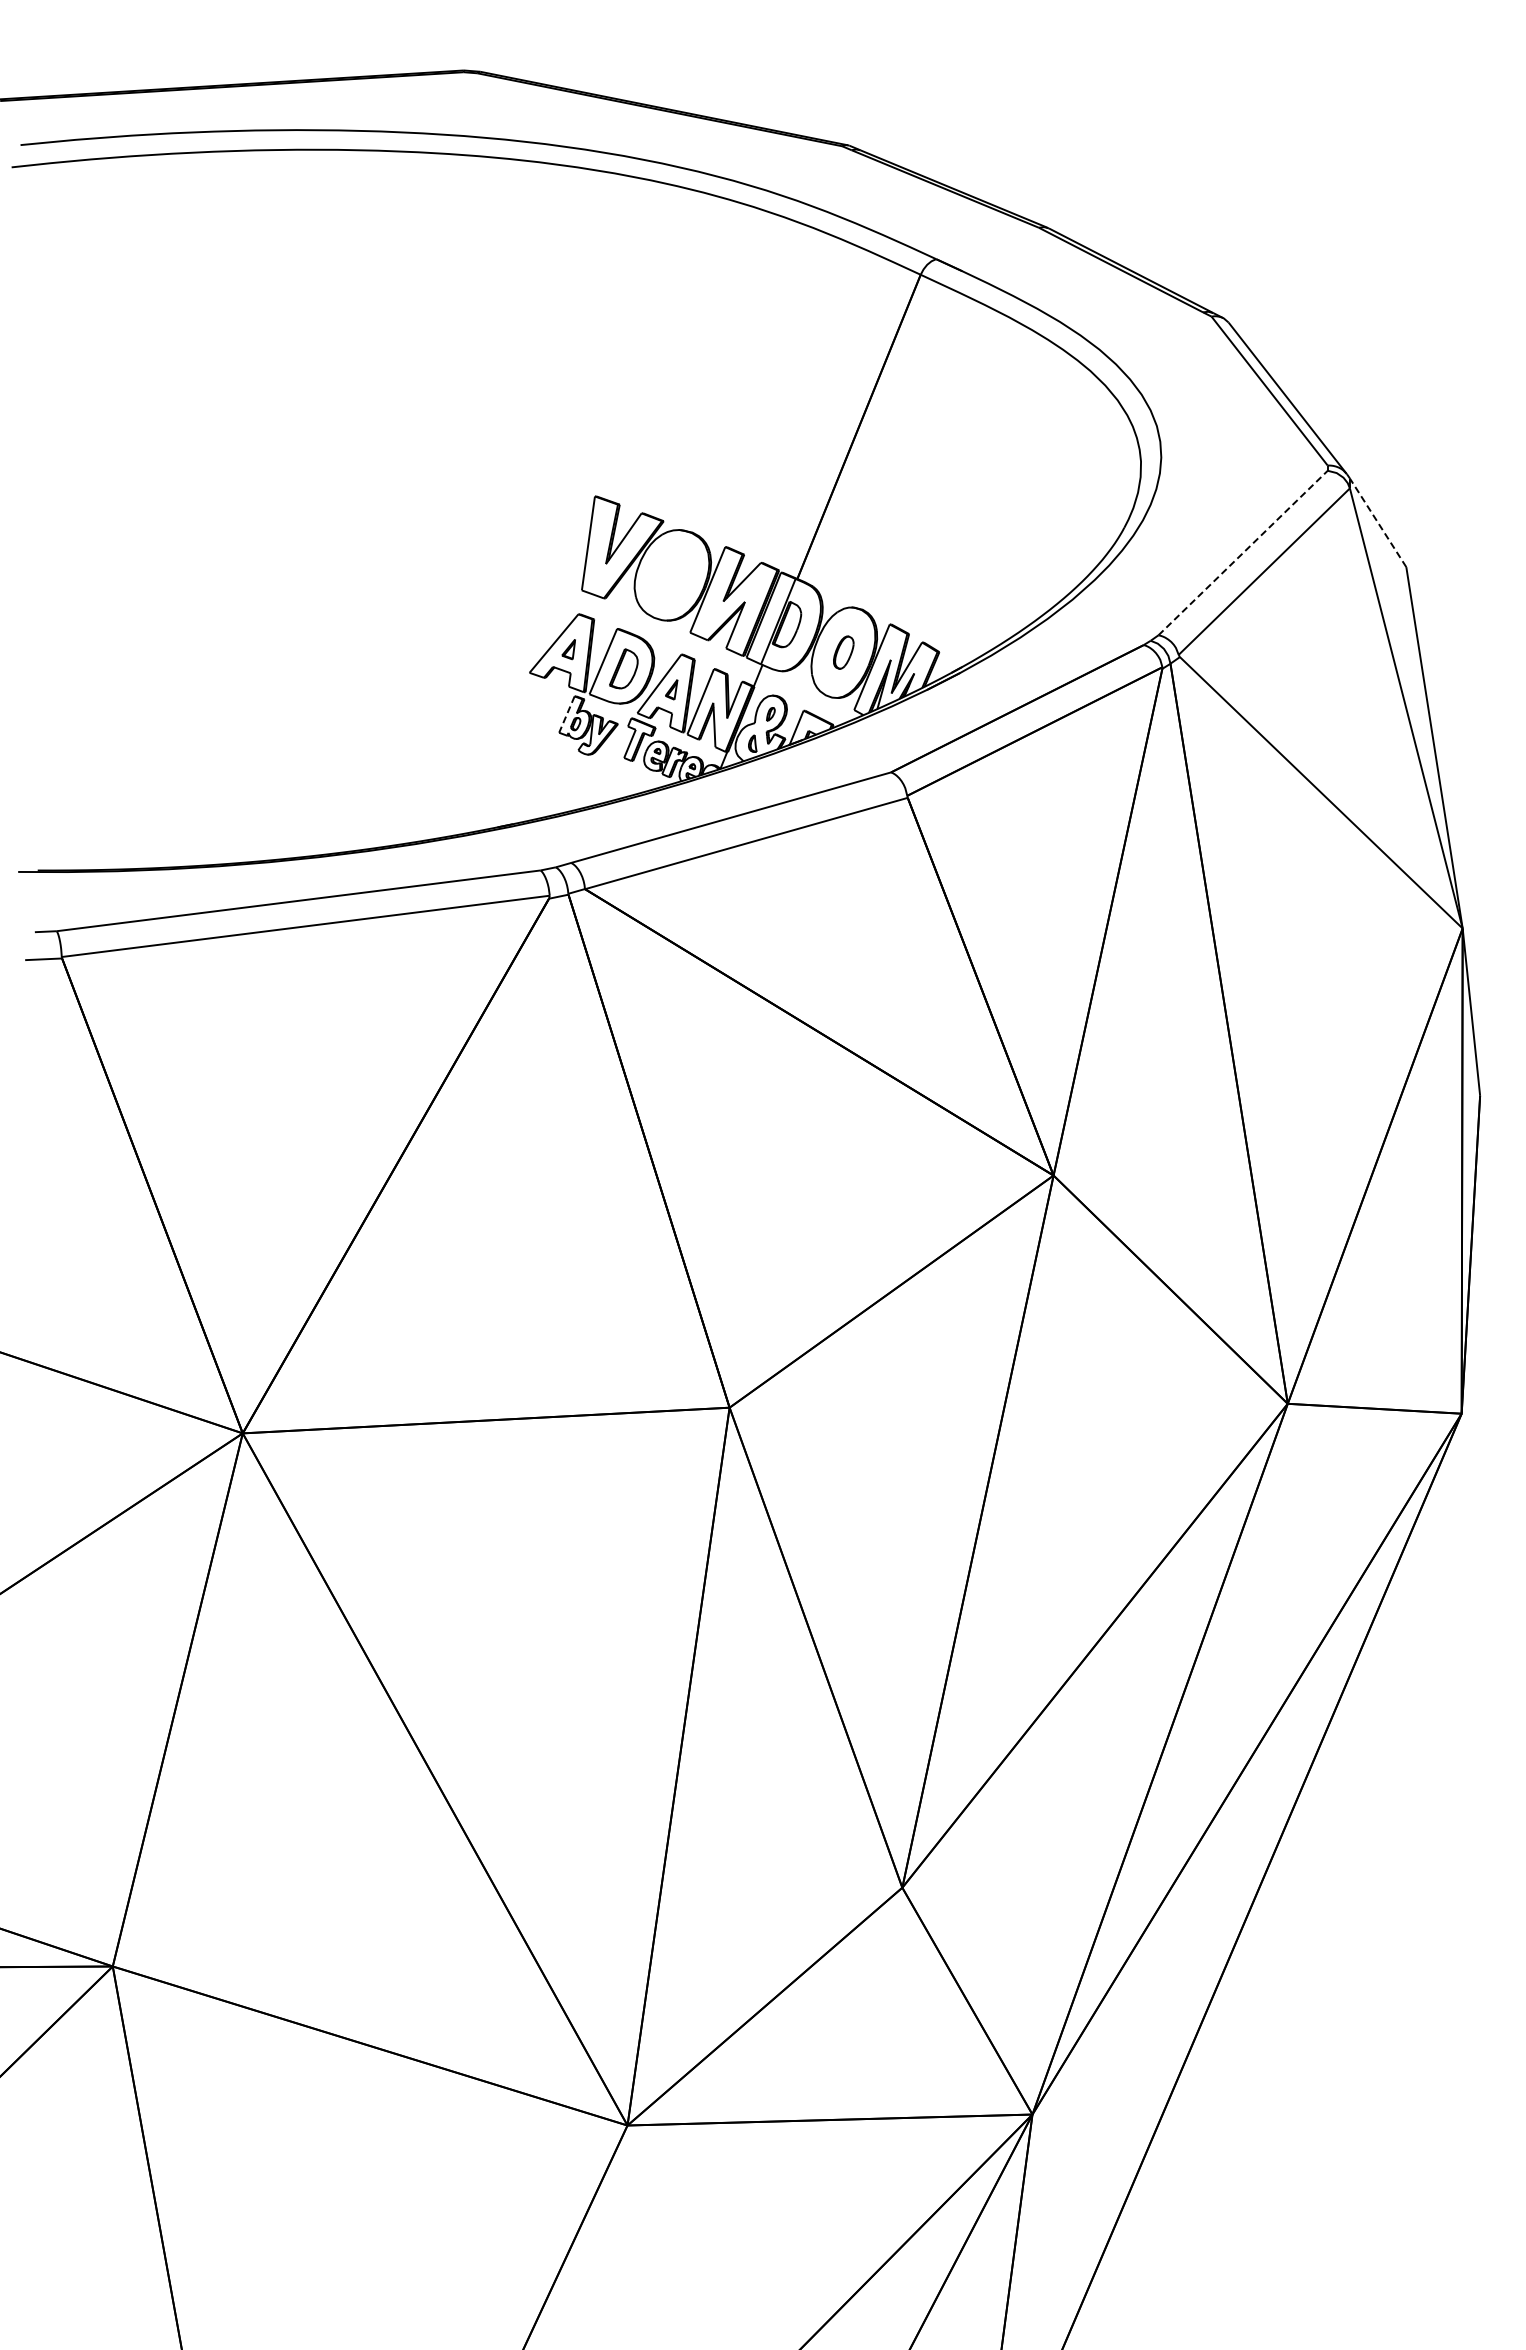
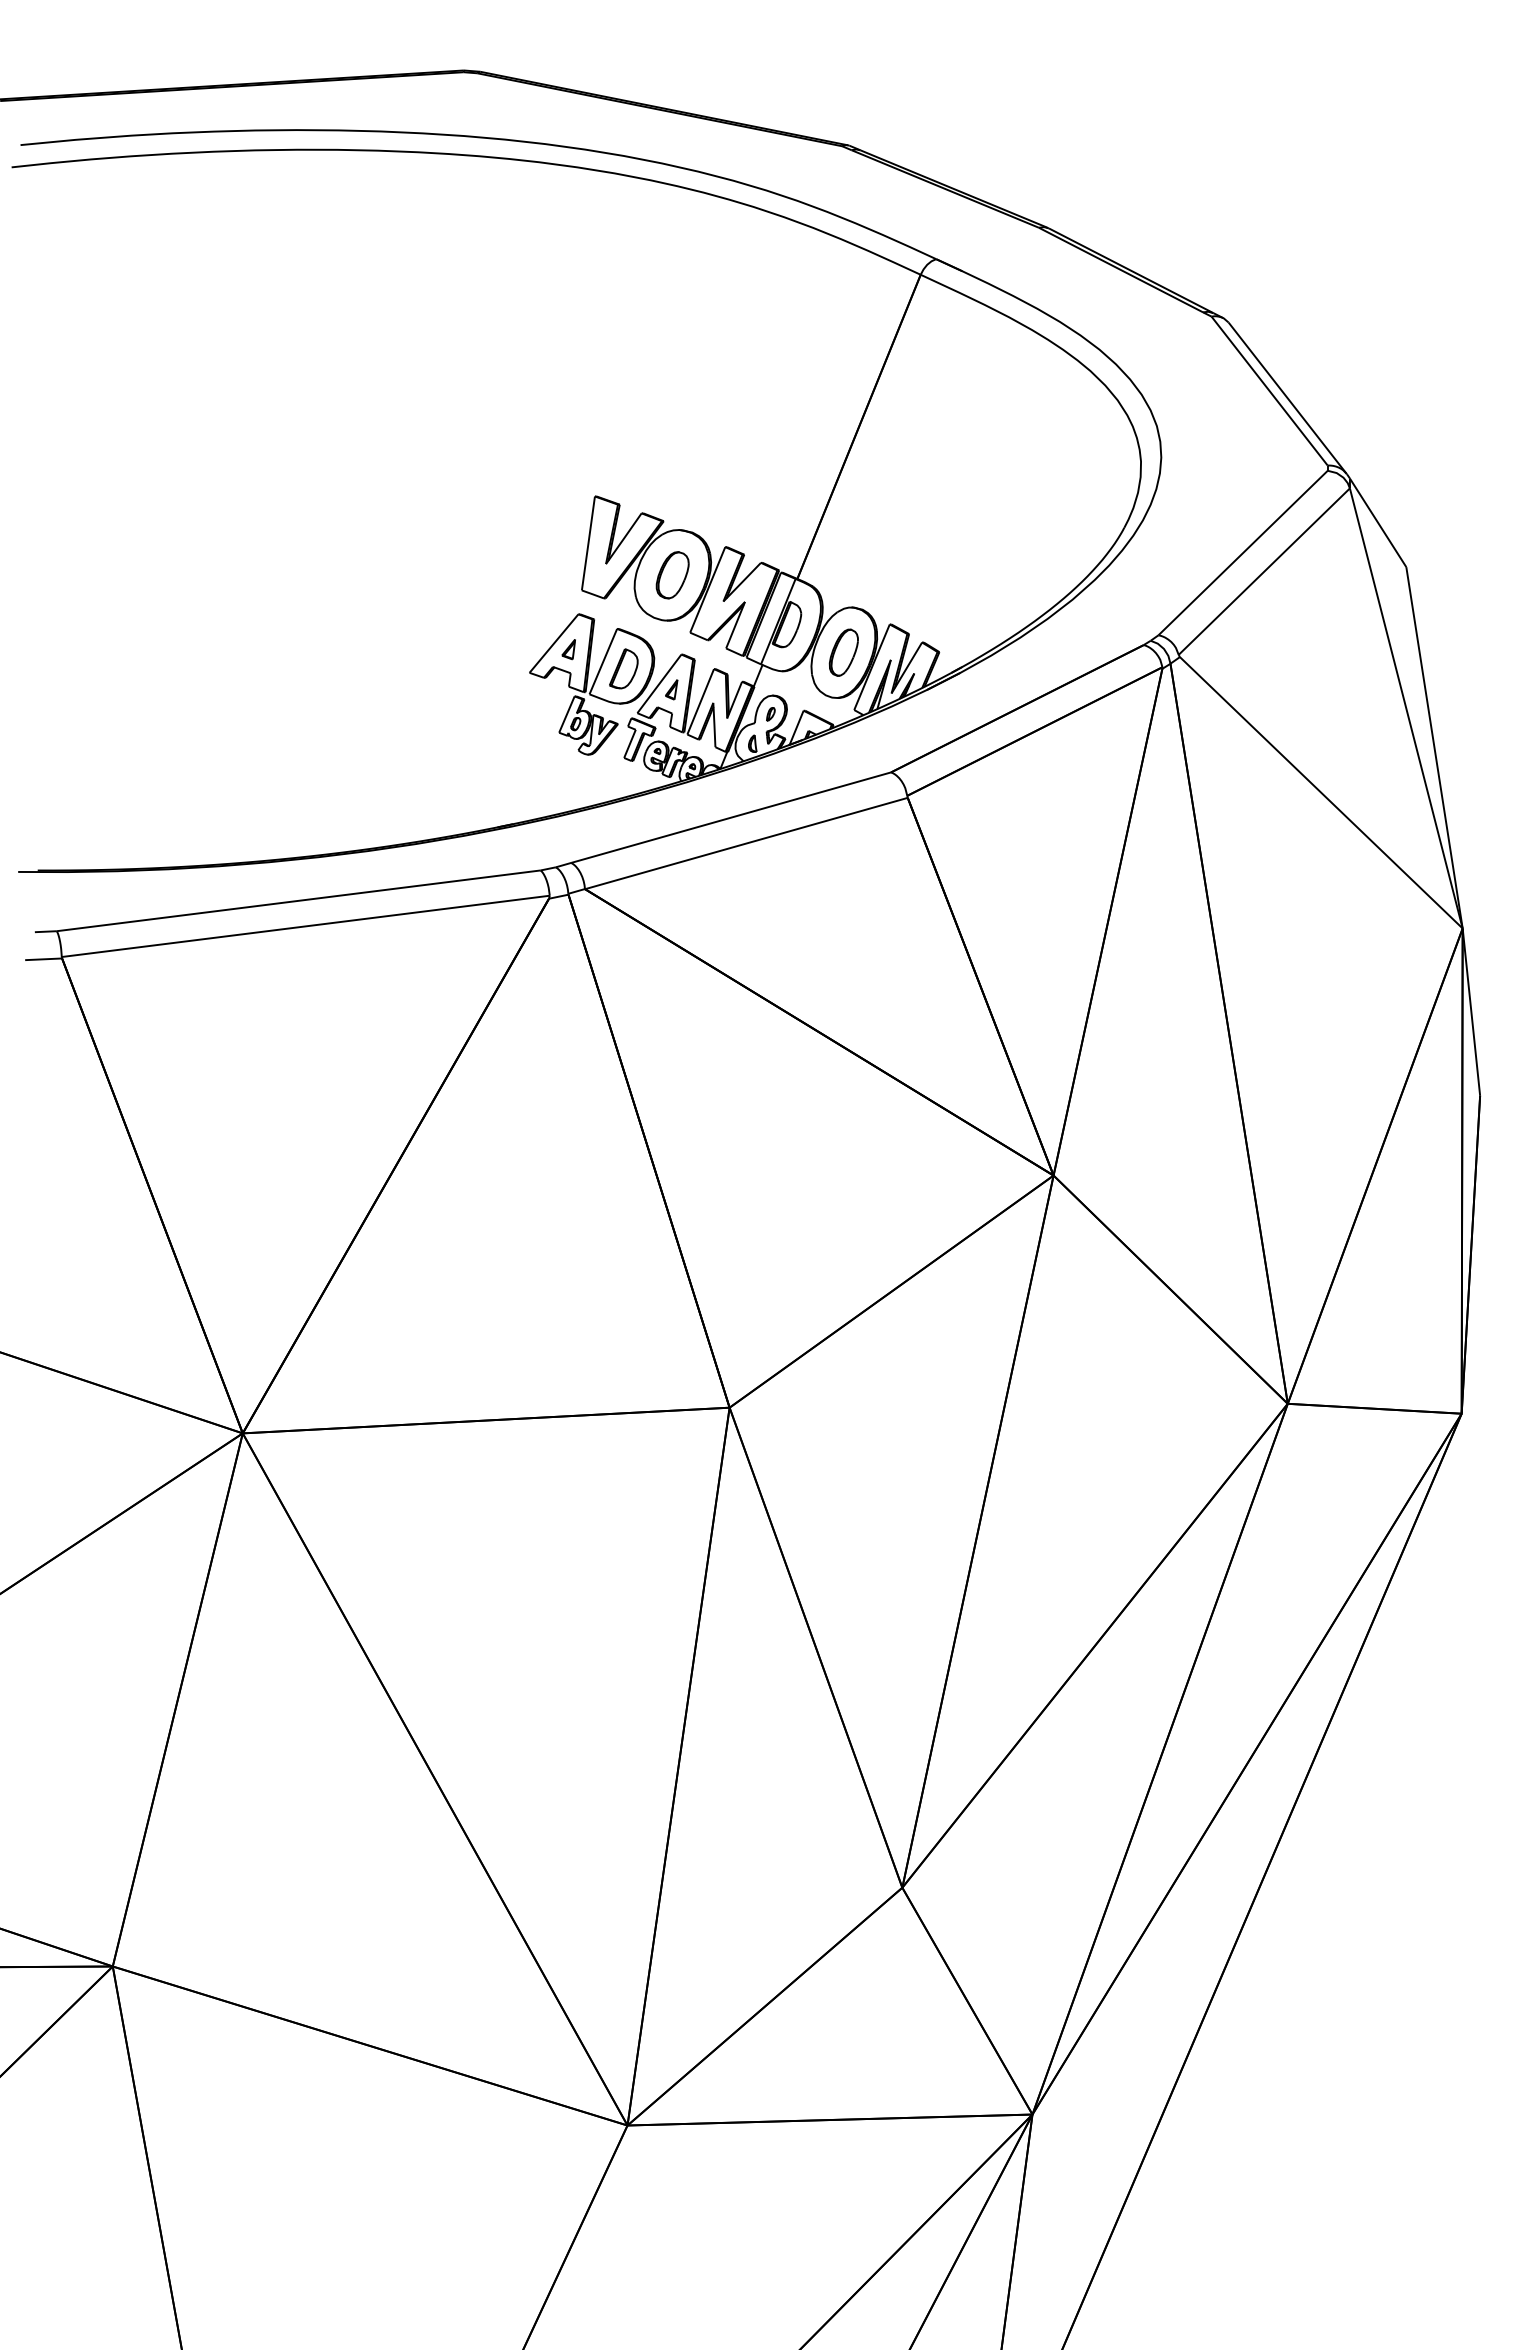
line at (1378, 522): dashed -> solid
line at (1243, 552): dashed -> solid
part at (672, 575): none -> present
part at (843, 652) size: 22x35 px -> 31x49 px
line at (567, 713): dashed -> solid
